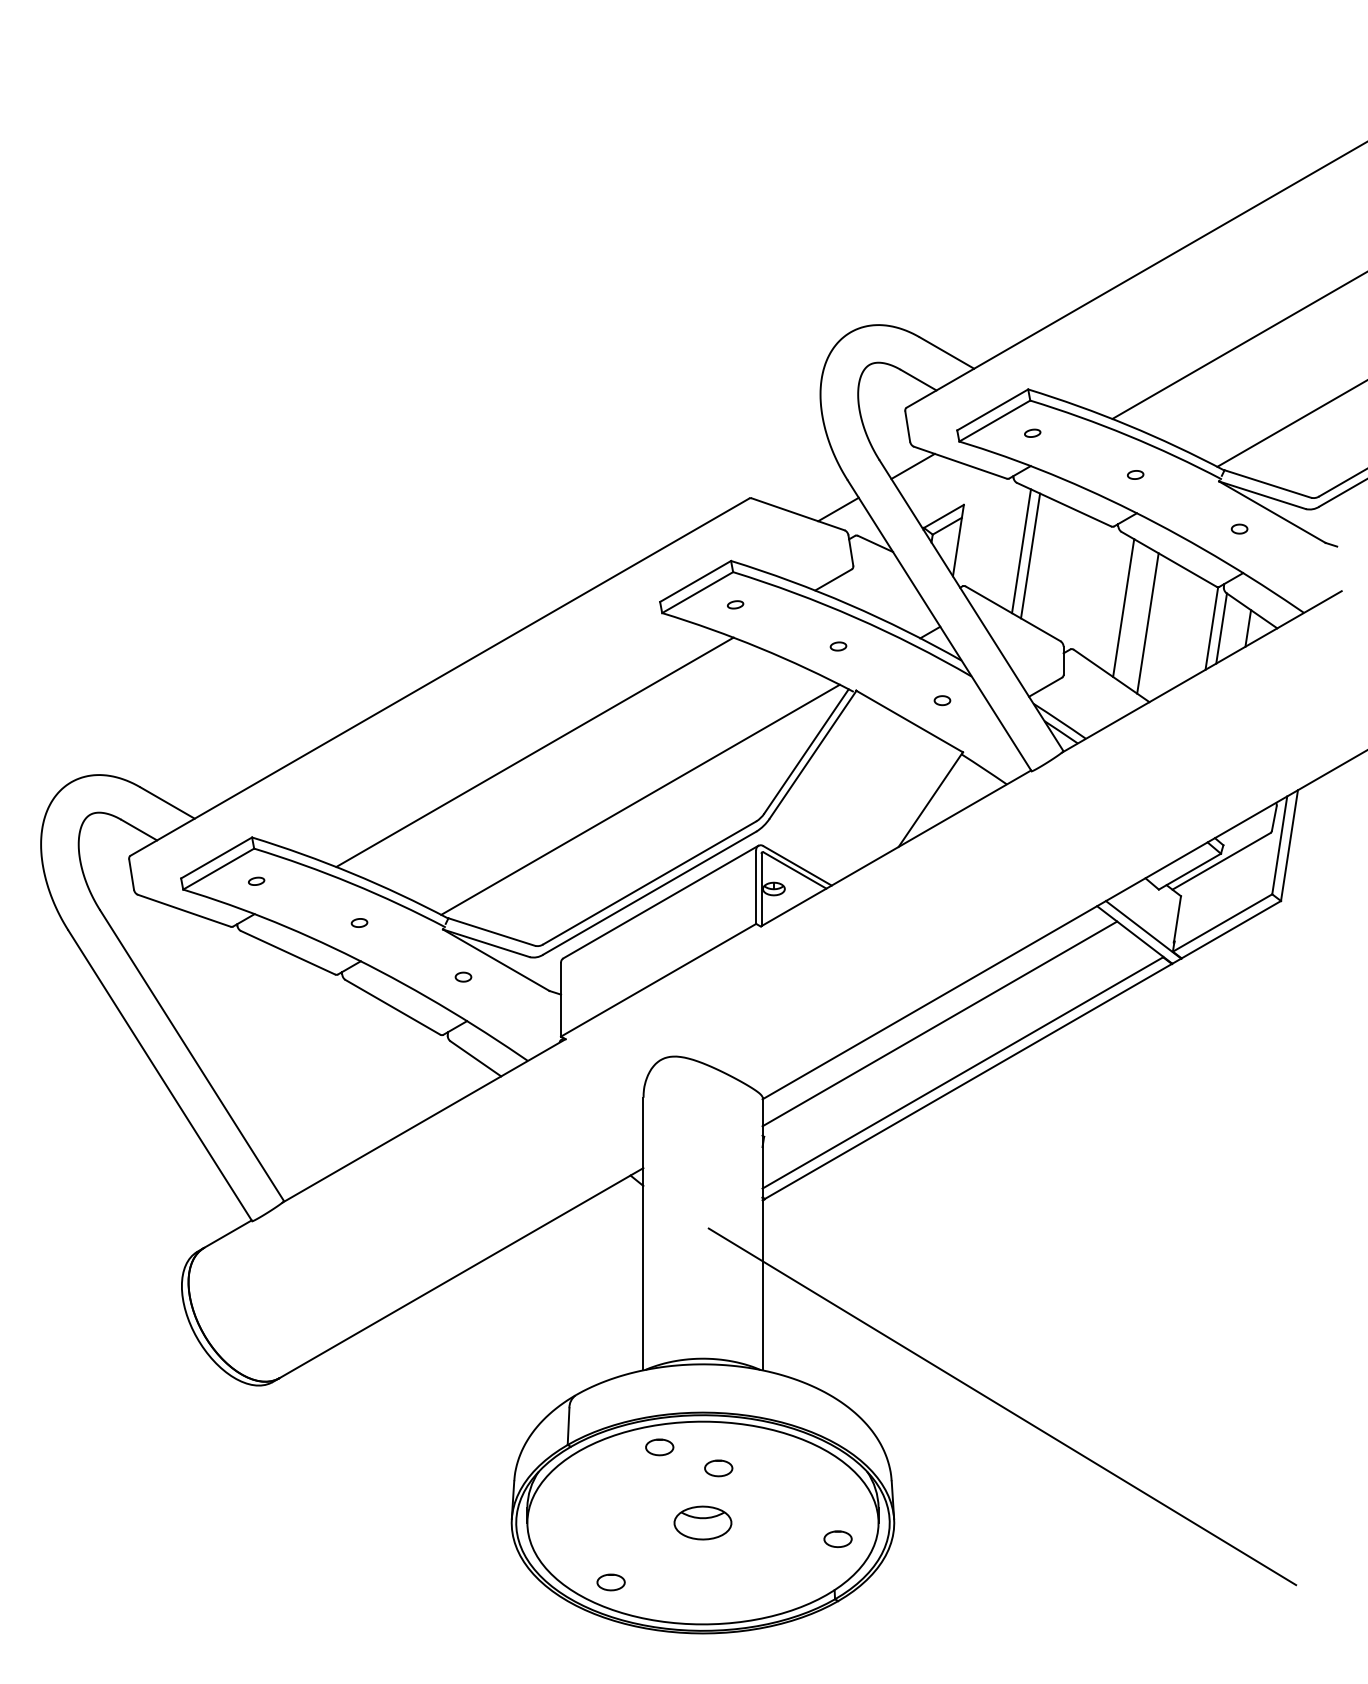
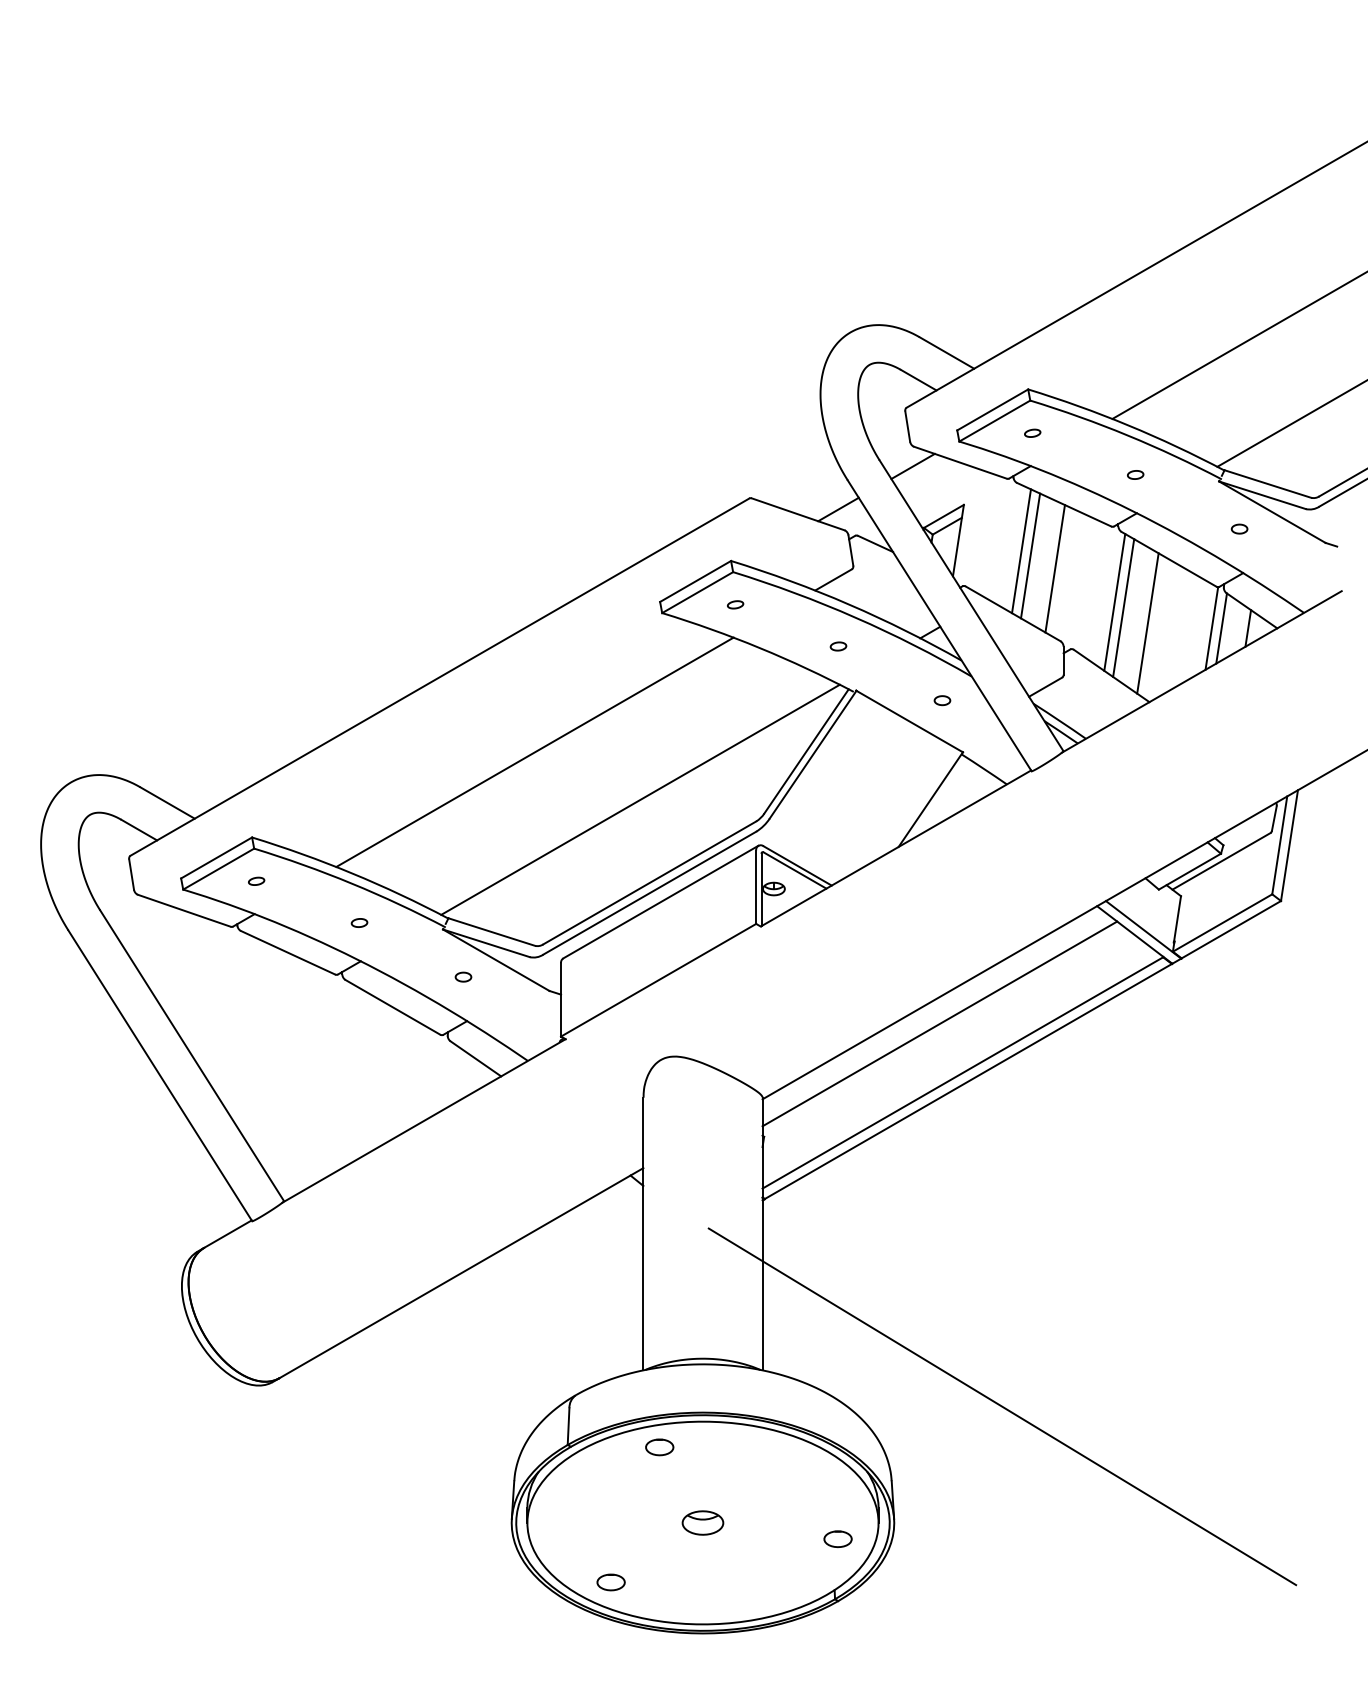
line at (1054, 568): none -> present
line at (1114, 602): none -> present
part at (718, 1468): present -> none
part at (702, 1522) size: 60x36 px -> 44x26 px
